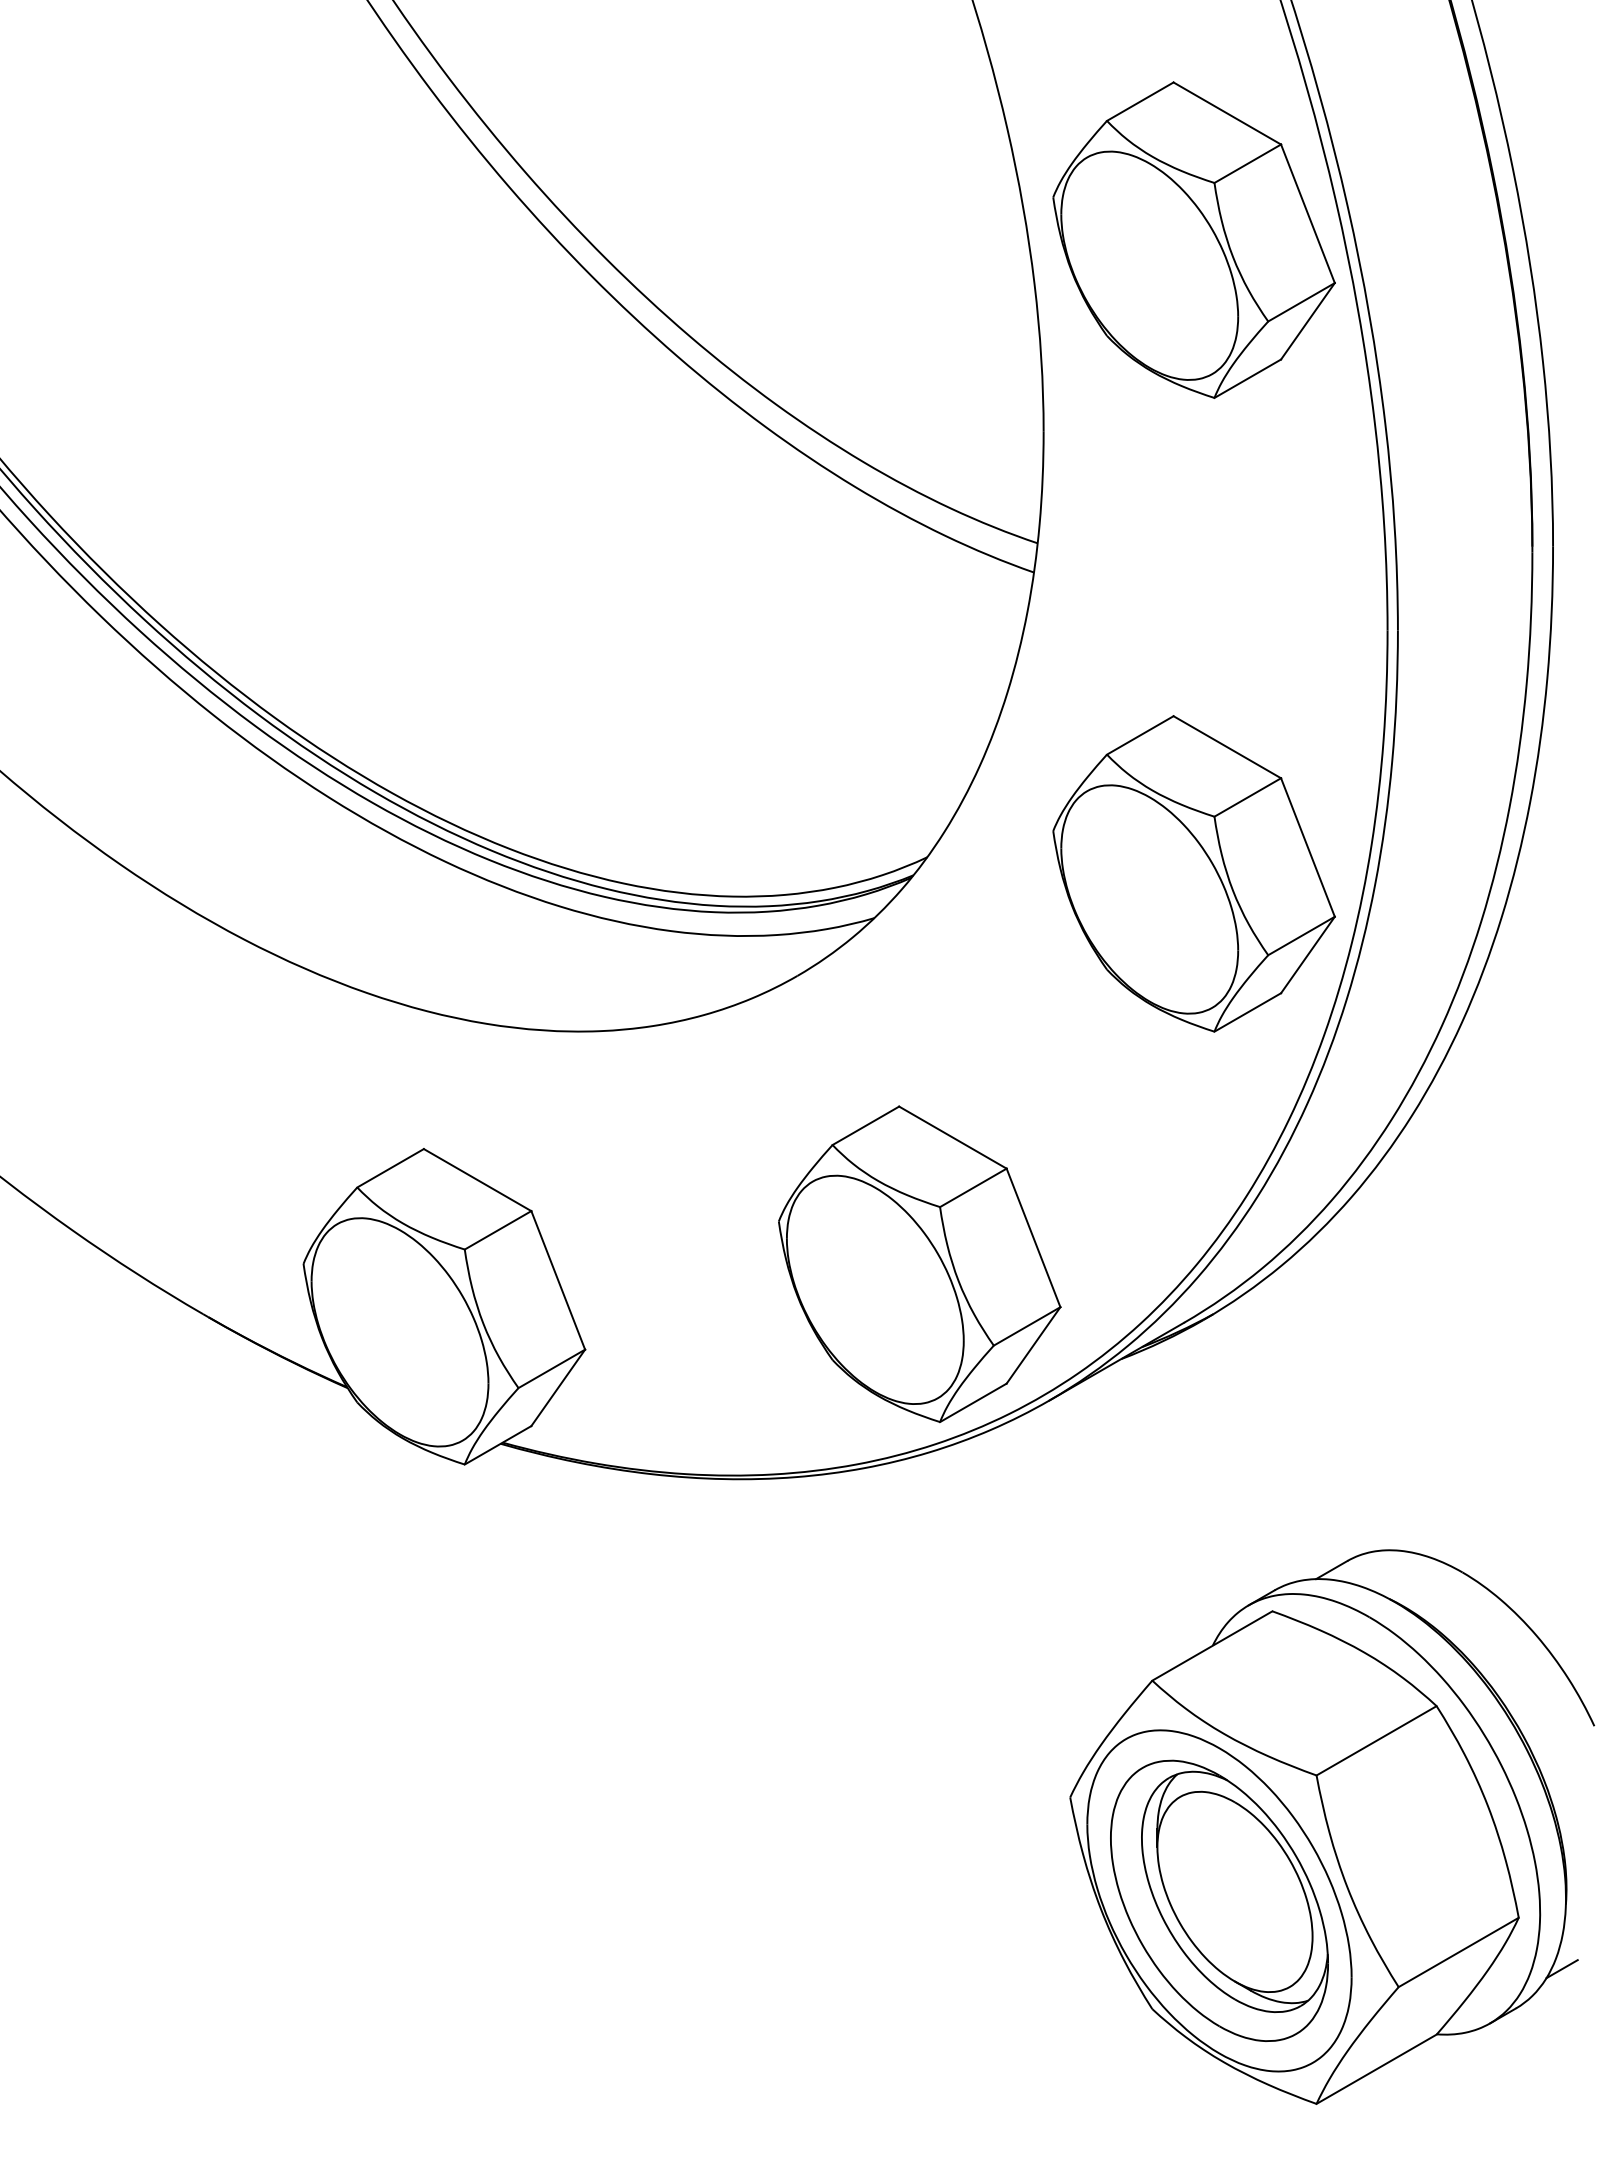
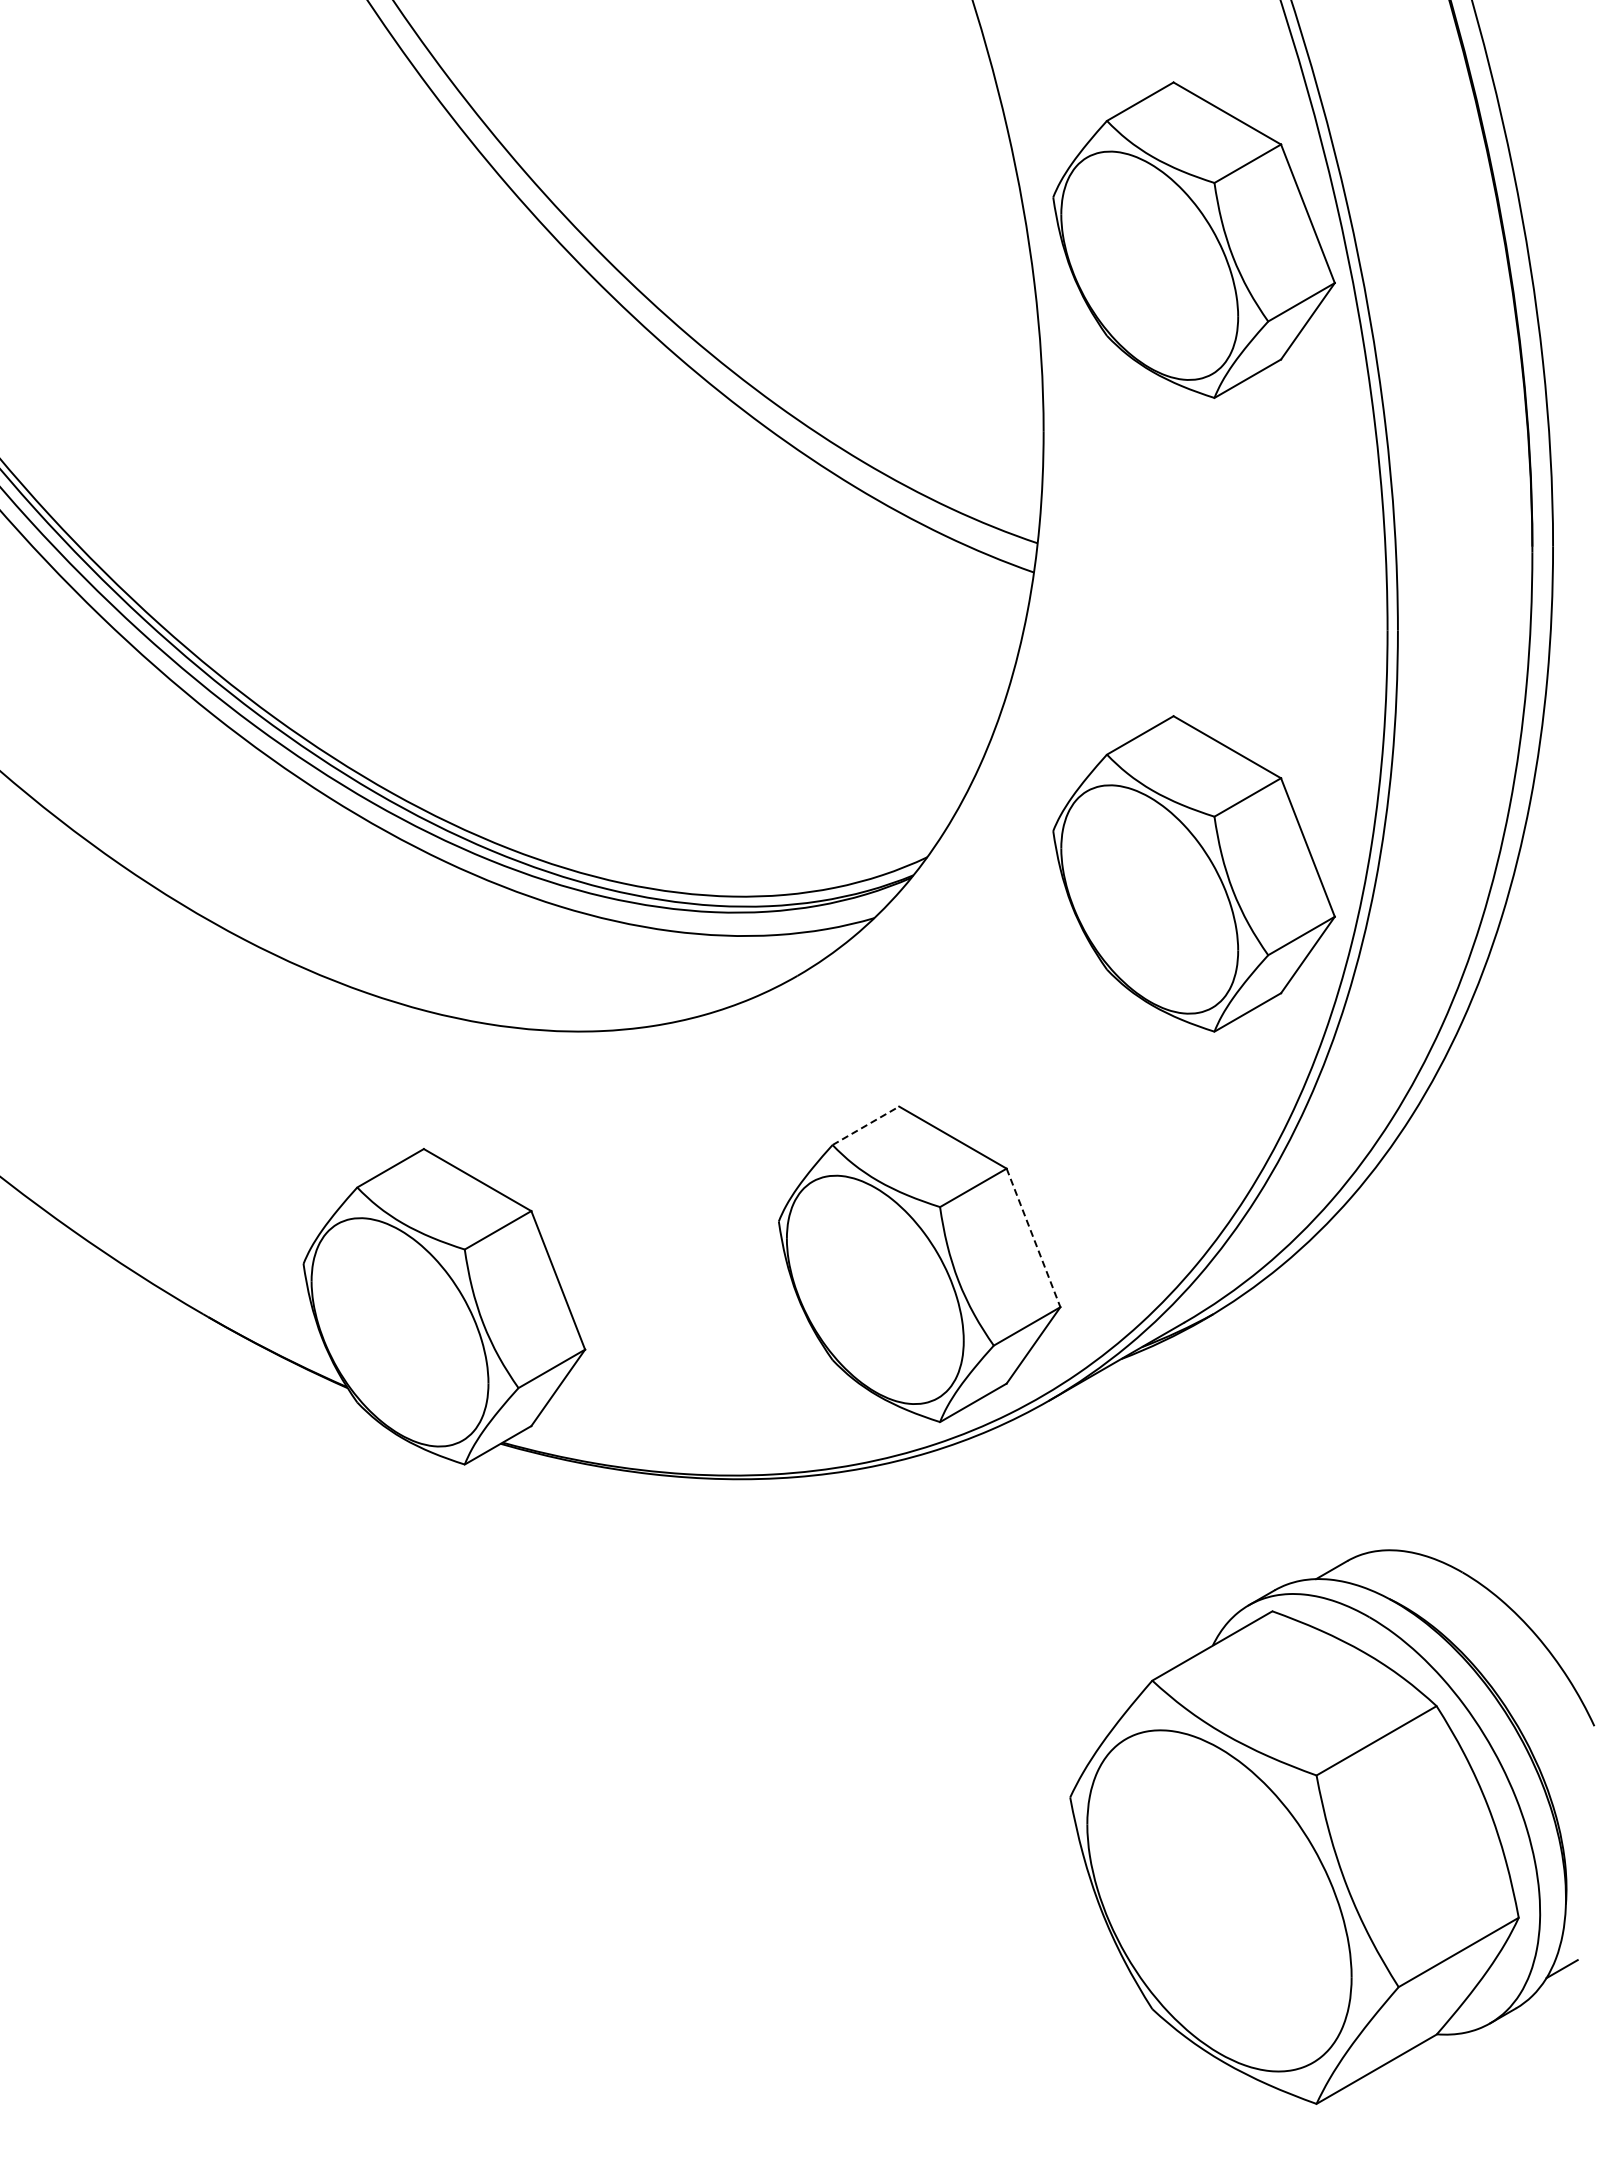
line at (866, 1125): solid -> dashed
line at (1033, 1238): solid -> dashed
part at (1219, 1900): present -> none
